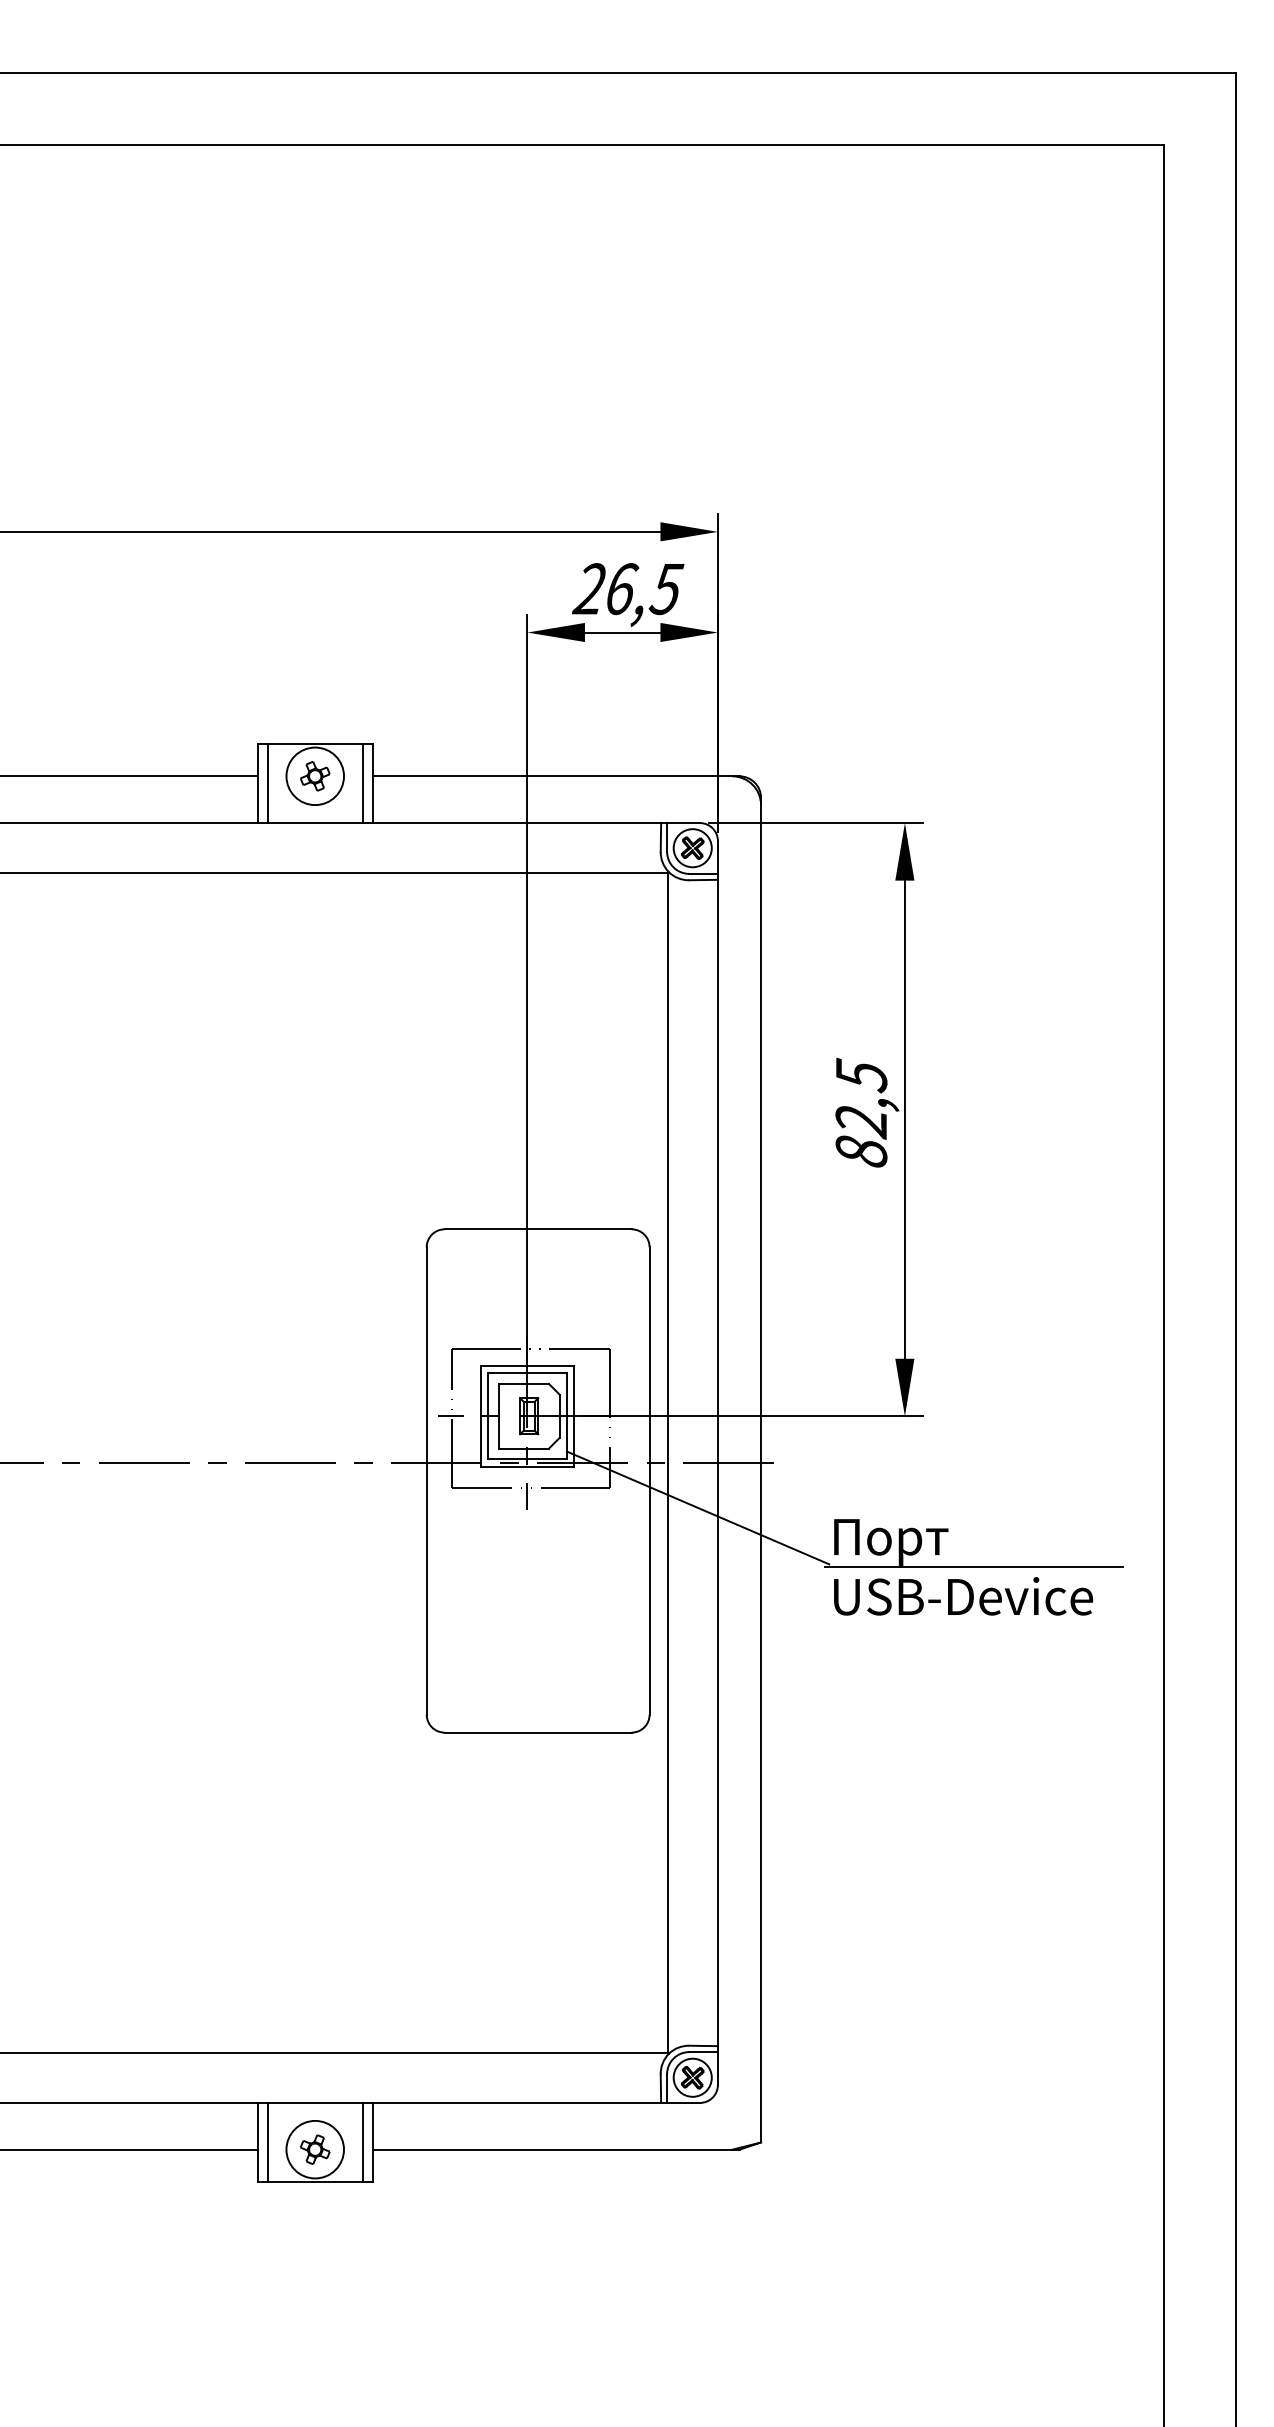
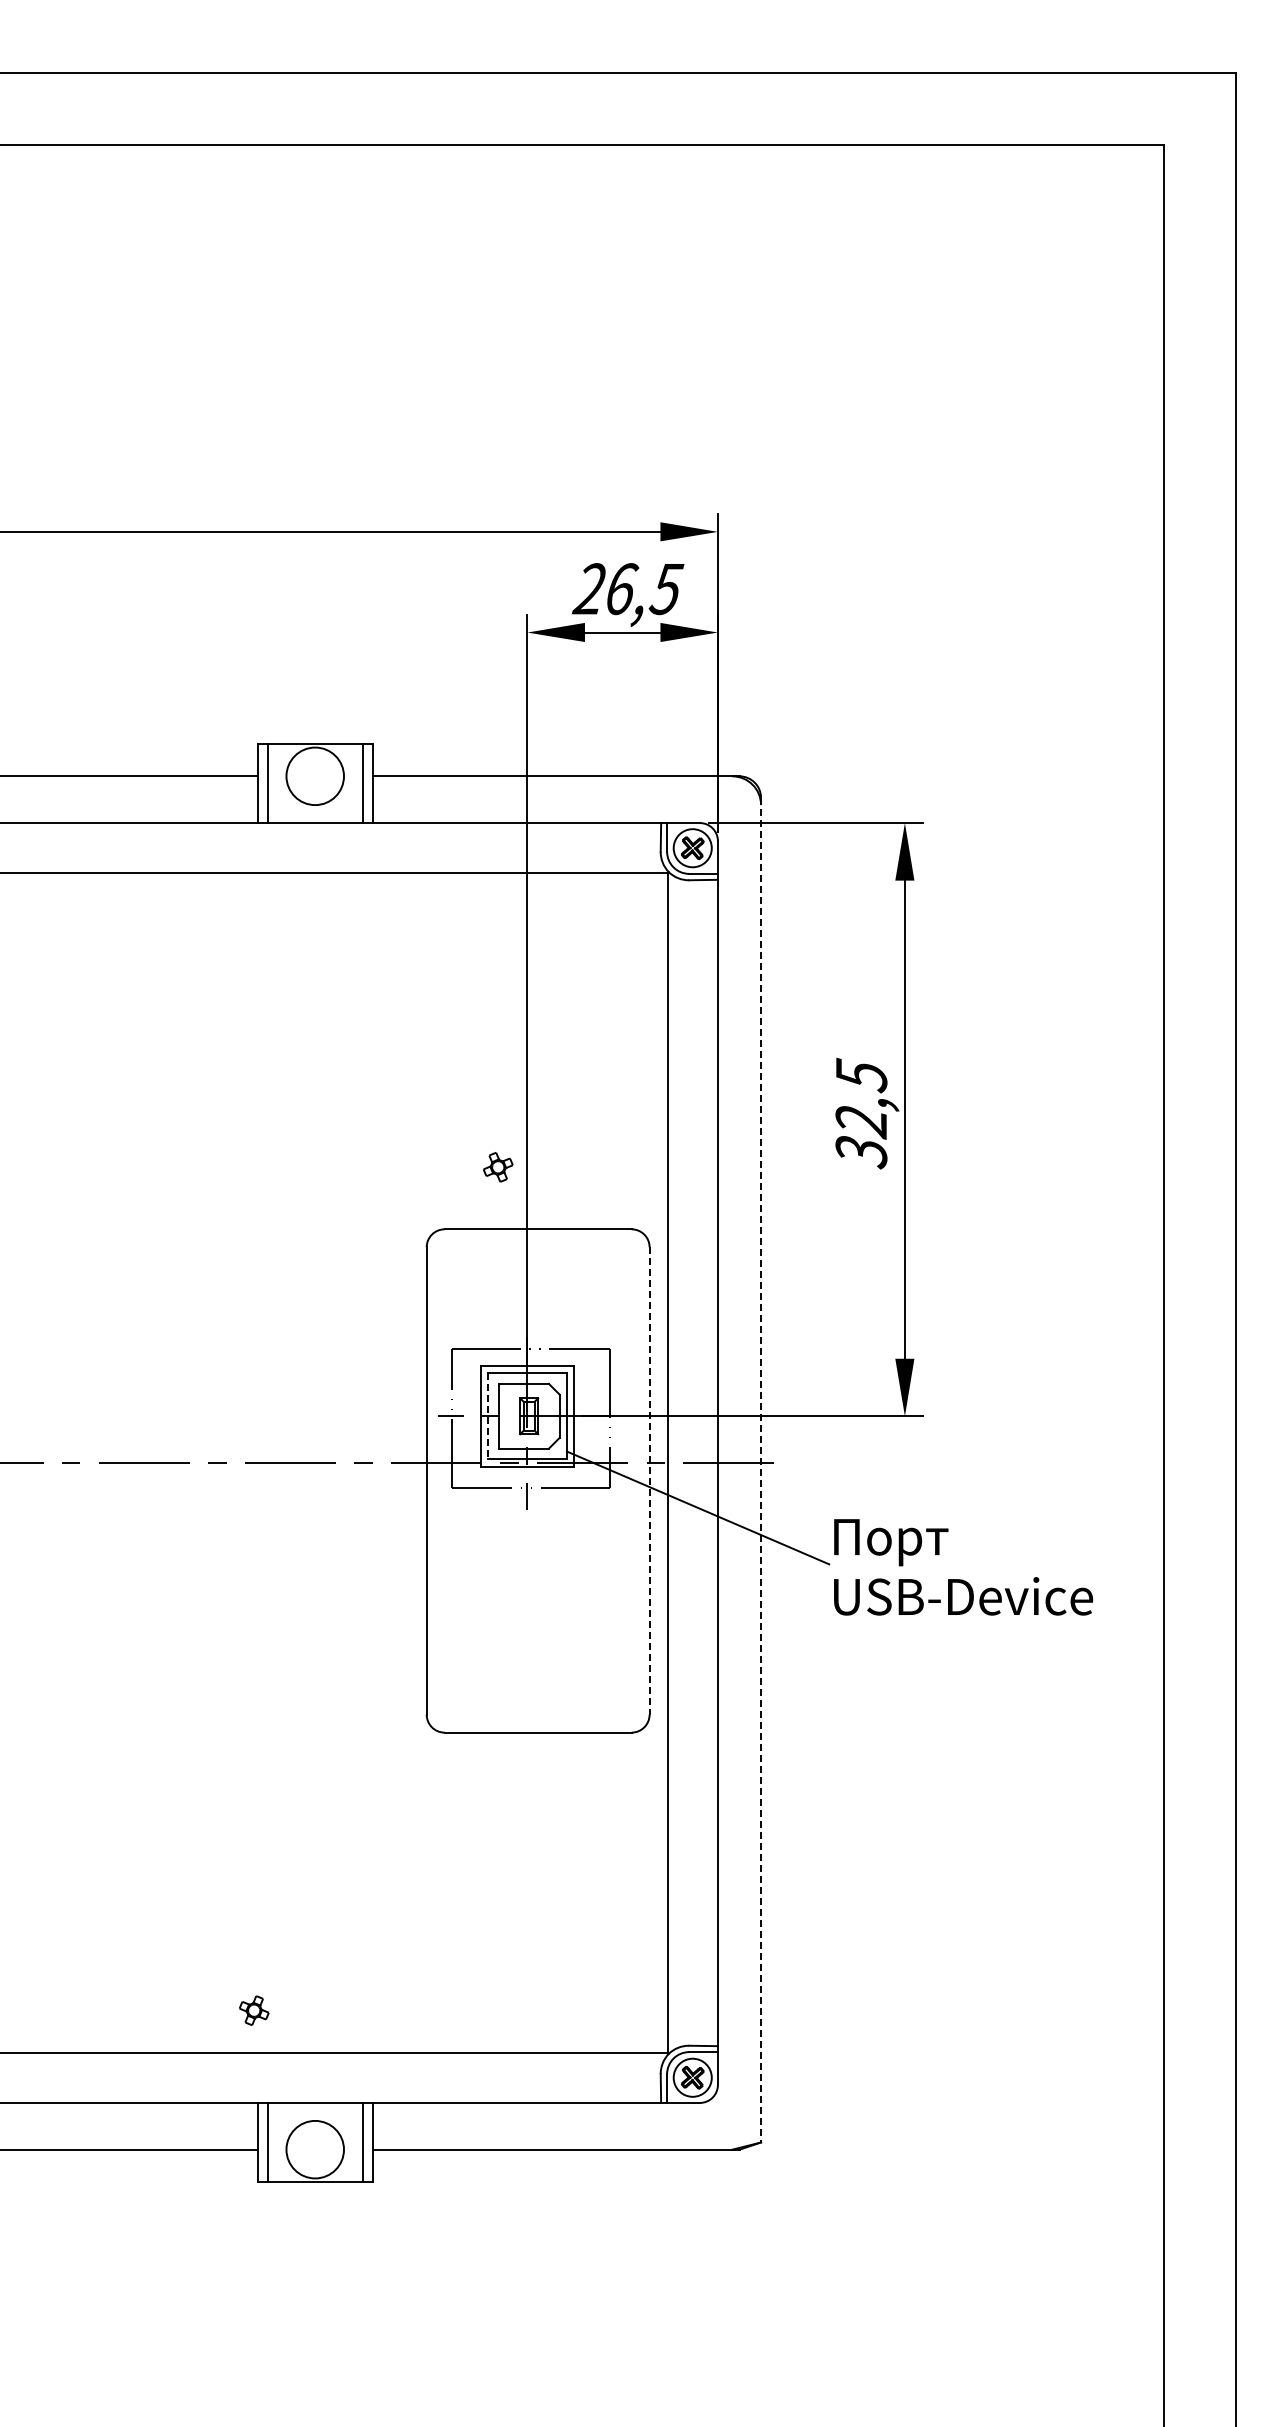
part at (315, 776) position: (315, 776) -> (498, 1167)
text at (861, 1152): 82,5 -> 32,5
line at (487, 1416): solid -> dashed
line at (761, 1470): solid -> dashed
line at (649, 1480): solid -> dashed
line at (973, 1567): present -> none
part at (315, 2149) position: (315, 2149) -> (254, 2010)
